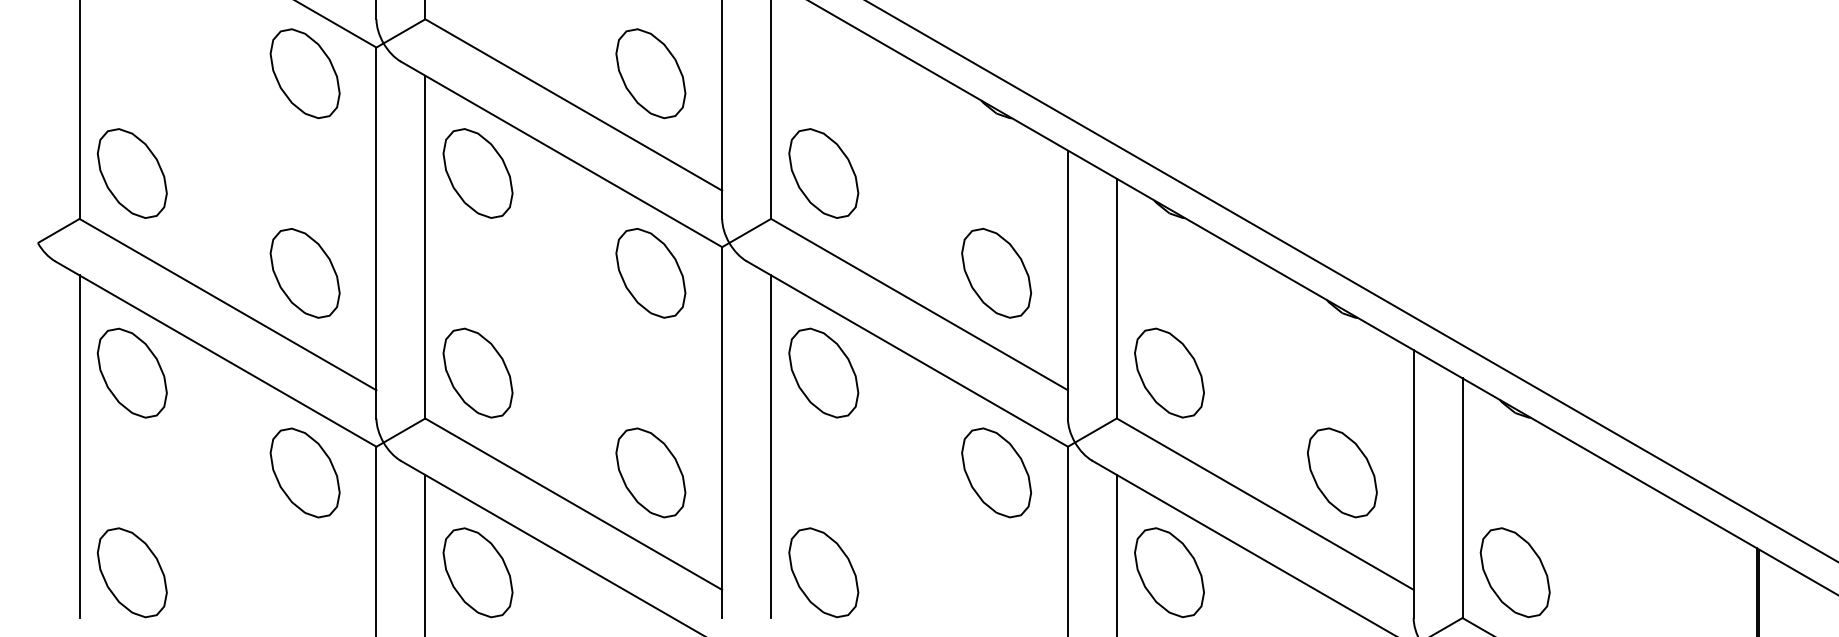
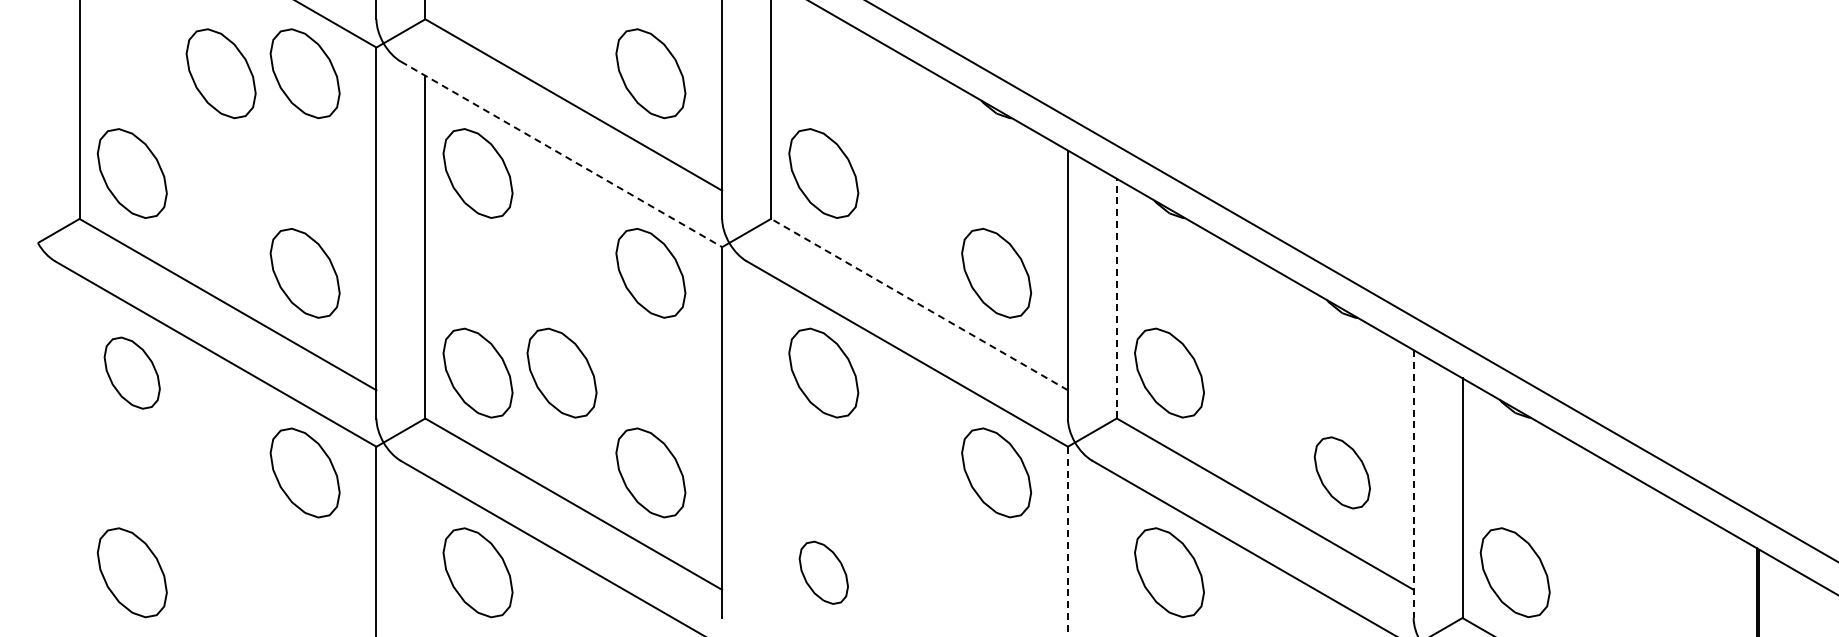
part at (220, 73): none -> present
line at (561, 154): solid -> dashed
line at (1116, 298): solid -> dashed
line at (919, 304): solid -> dashed
part at (131, 372) size: 72x92 px -> 58x74 px
part at (561, 372): none -> present
line at (79, 446): present -> none
line at (771, 446): present -> none
part at (1342, 472) size: 71x92 px -> 58x74 px
line at (1413, 484): solid -> dashed
line at (1067, 541): solid -> dashed
line at (425, 553): present -> none
line at (1116, 553): present -> none
part at (823, 572) size: 72x92 px -> 51x65 px
